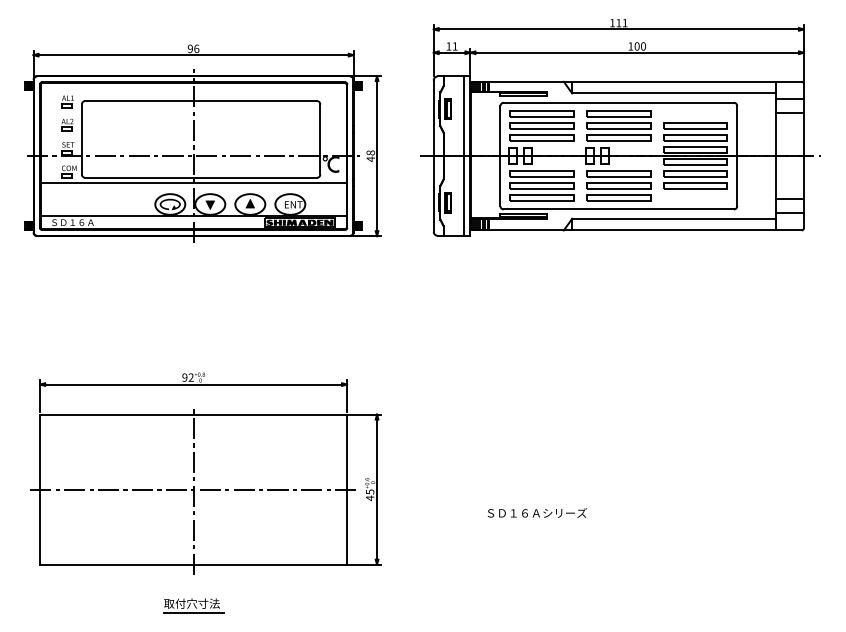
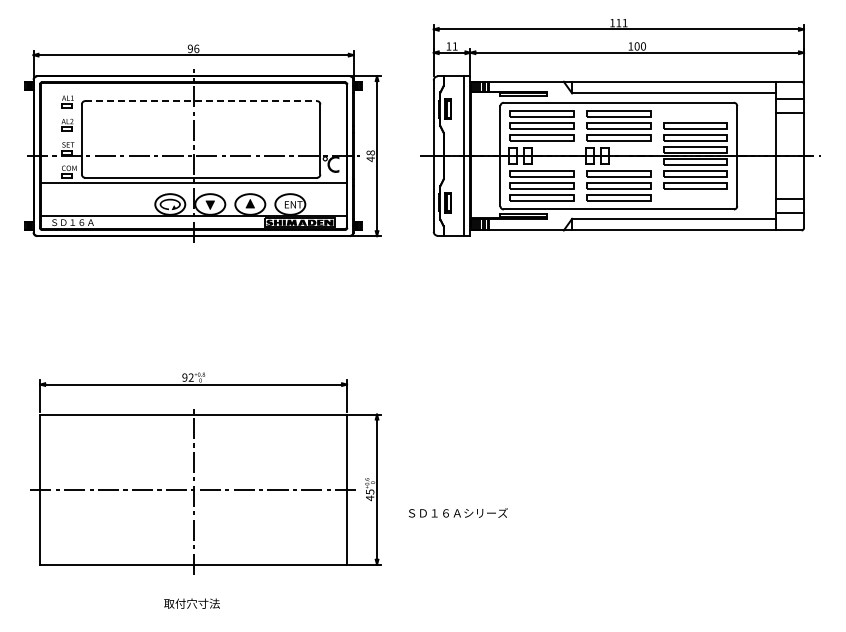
line at (201, 101): solid -> dashed
text at (536, 512) position: (536, 512) -> (457, 512)
line at (193, 613): present -> none
